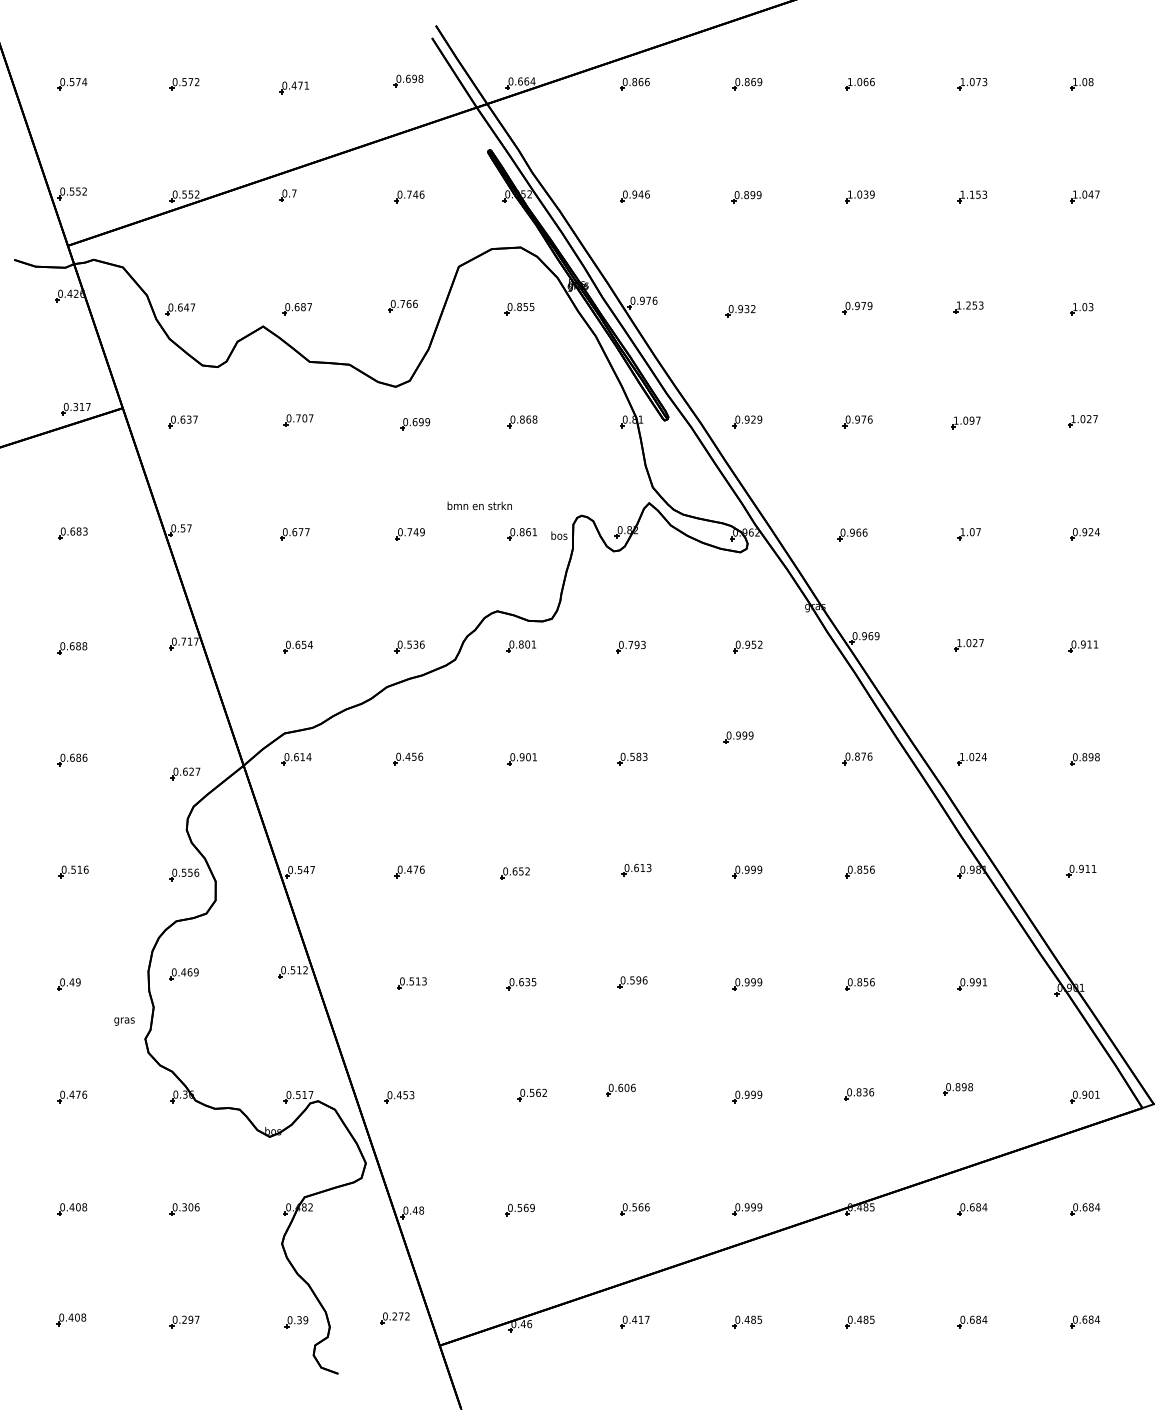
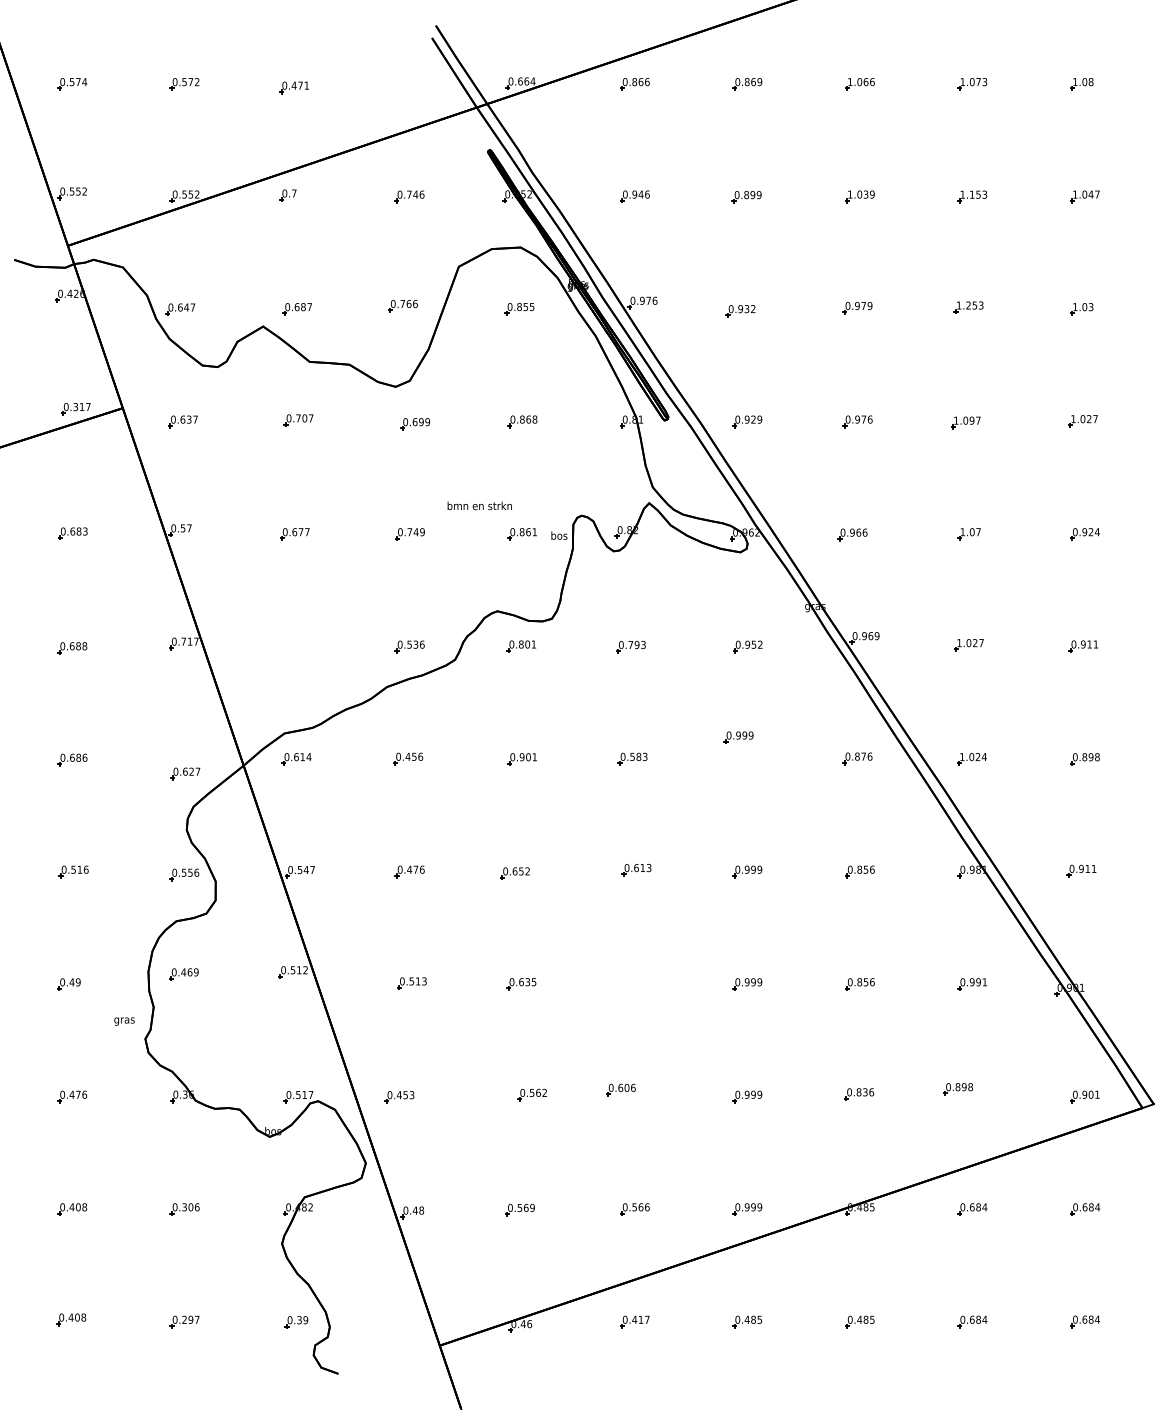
part at (408, 80): present -> none
part at (297, 646): present -> none
part at (632, 982): present -> none
part at (394, 1318): present -> none
